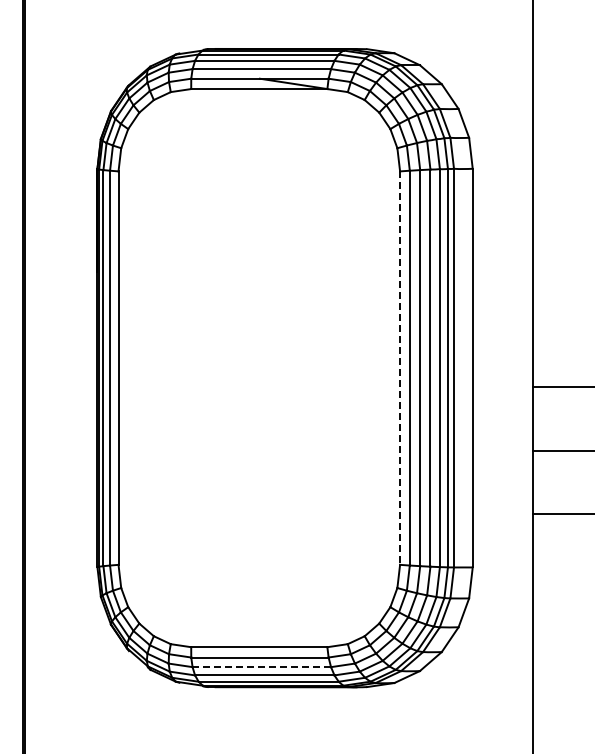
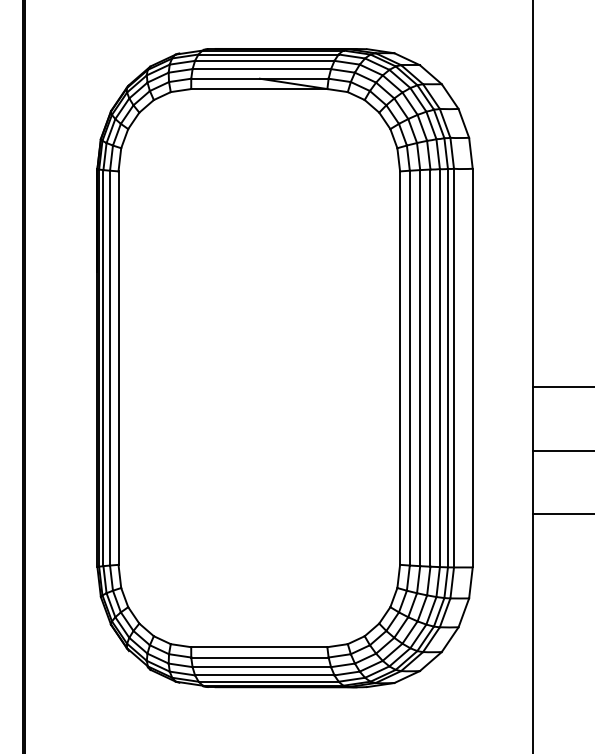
line at (400, 368): dashed -> solid
line at (261, 667): dashed -> solid
